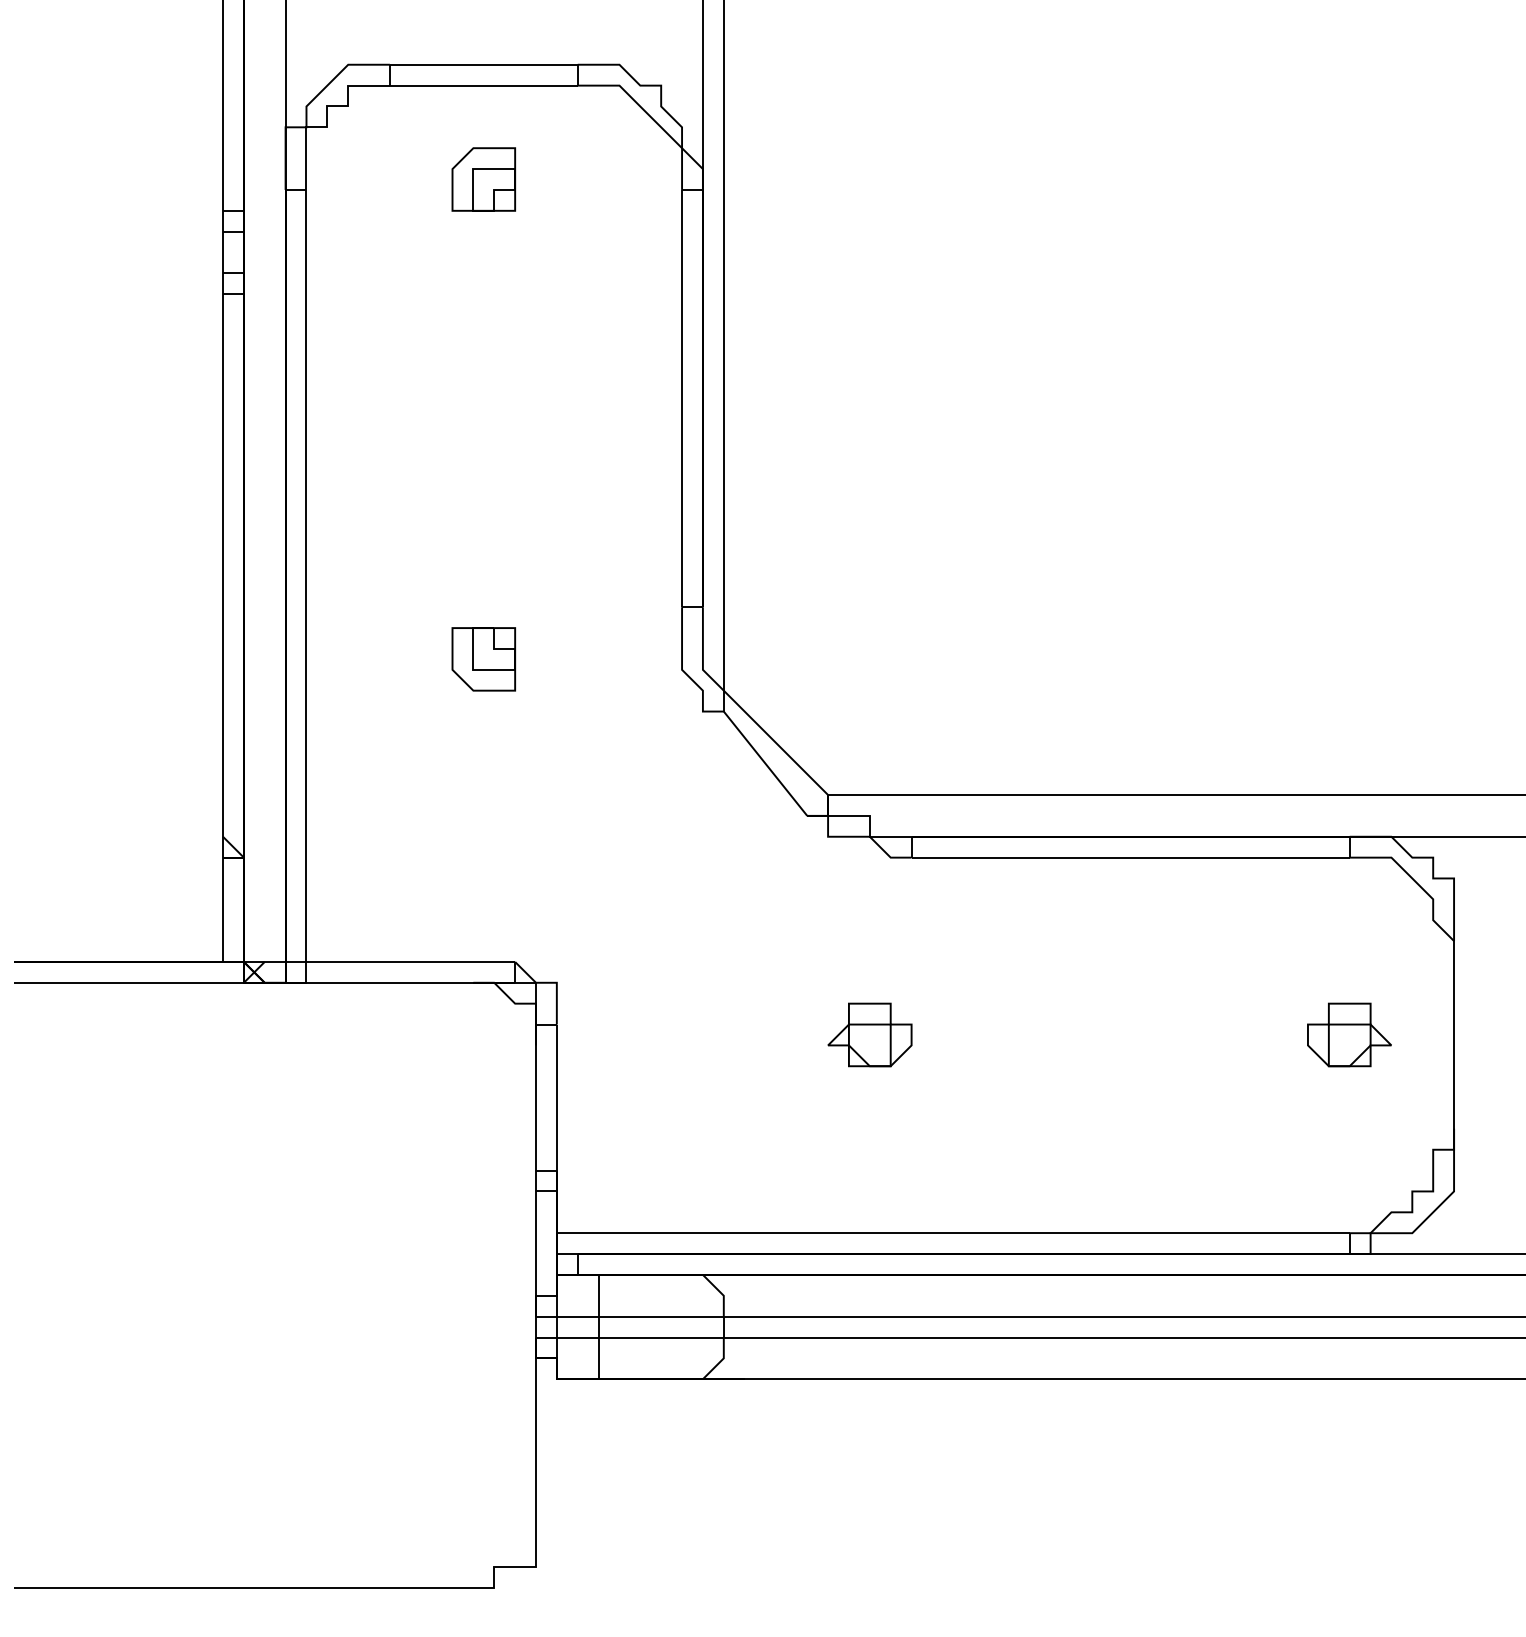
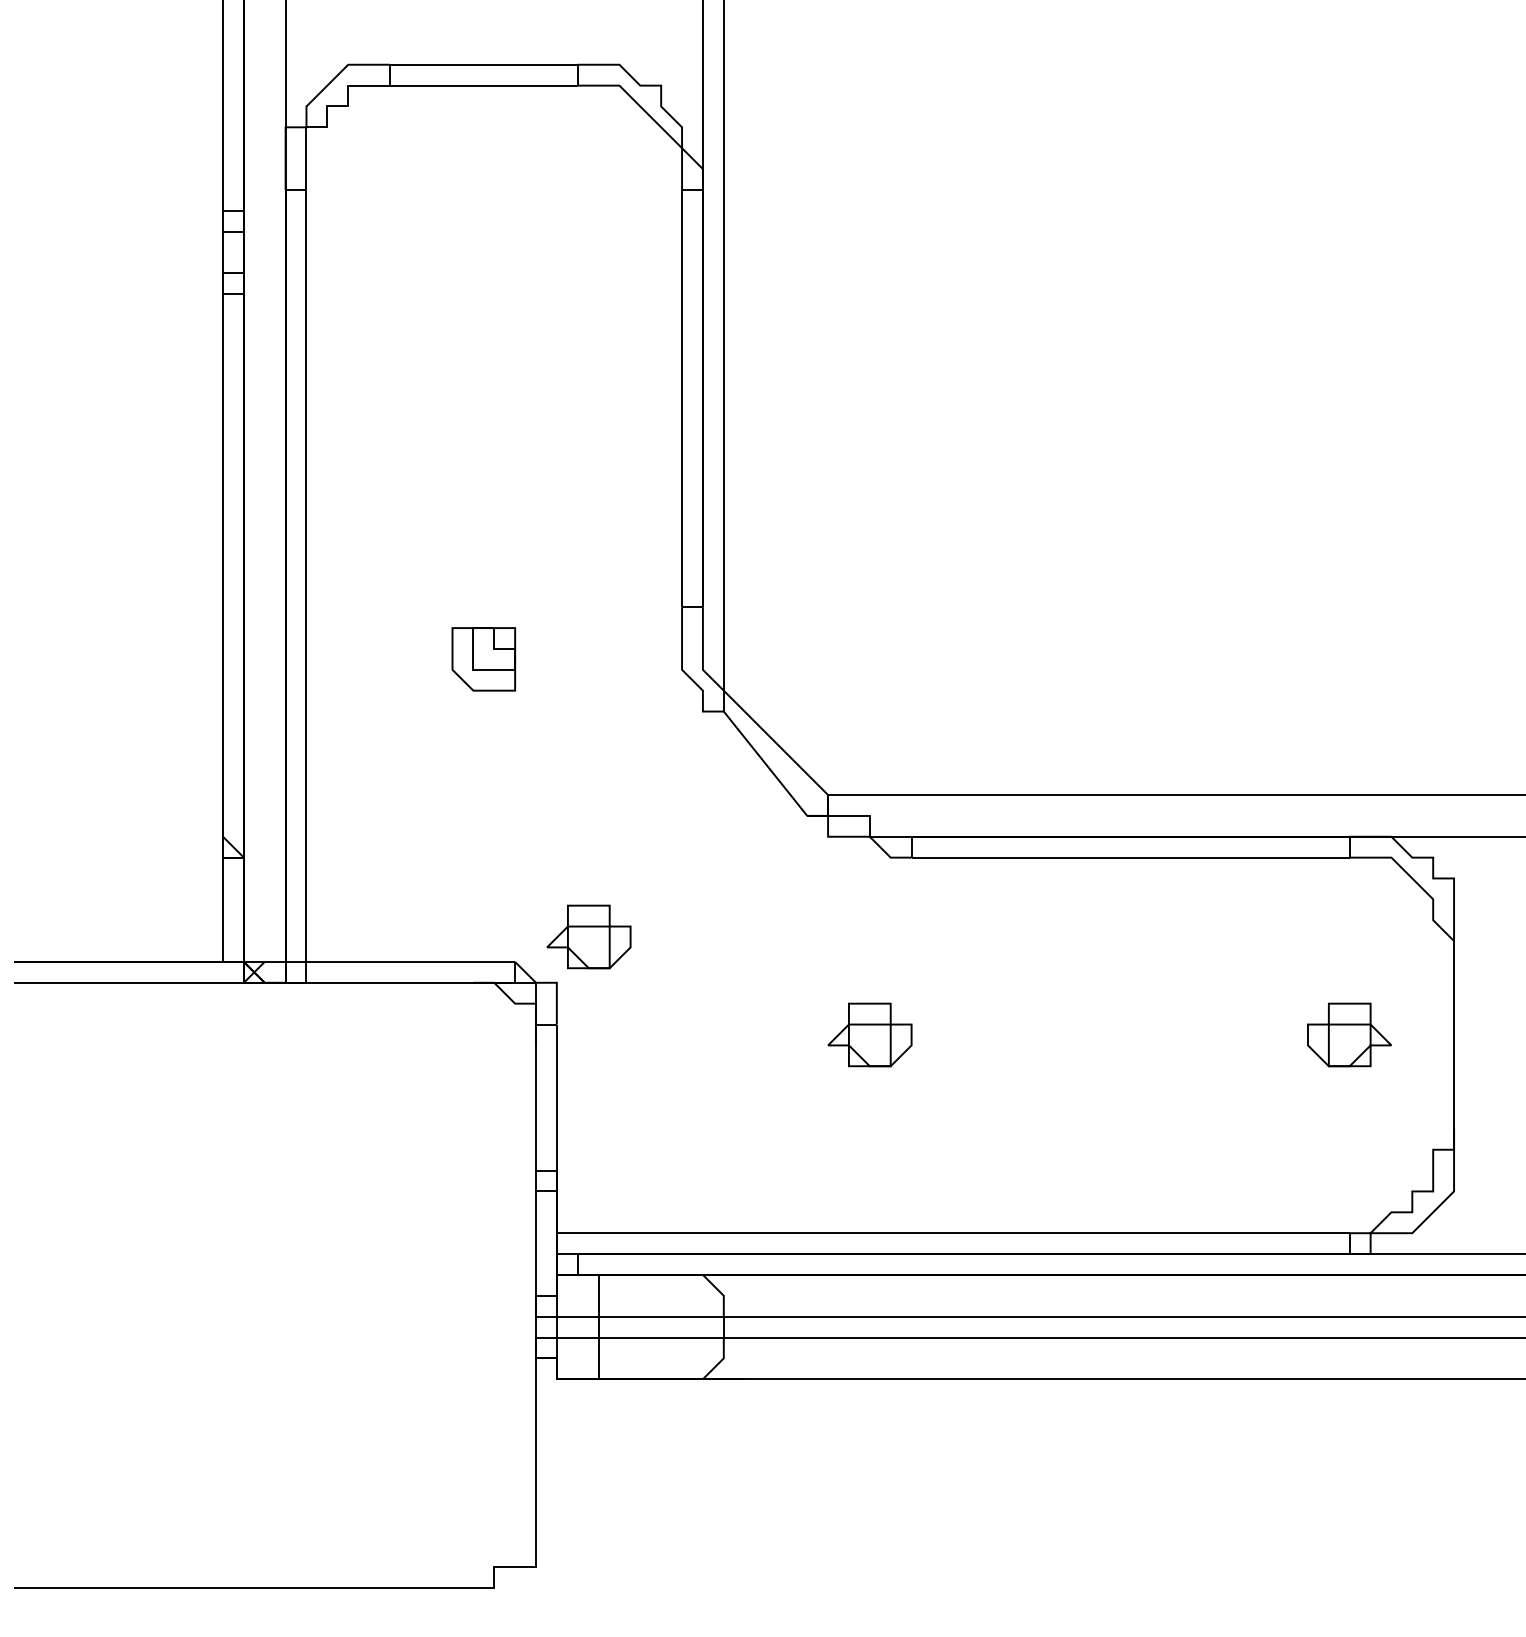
part at (483, 179): present -> none
part at (588, 936): none -> present
